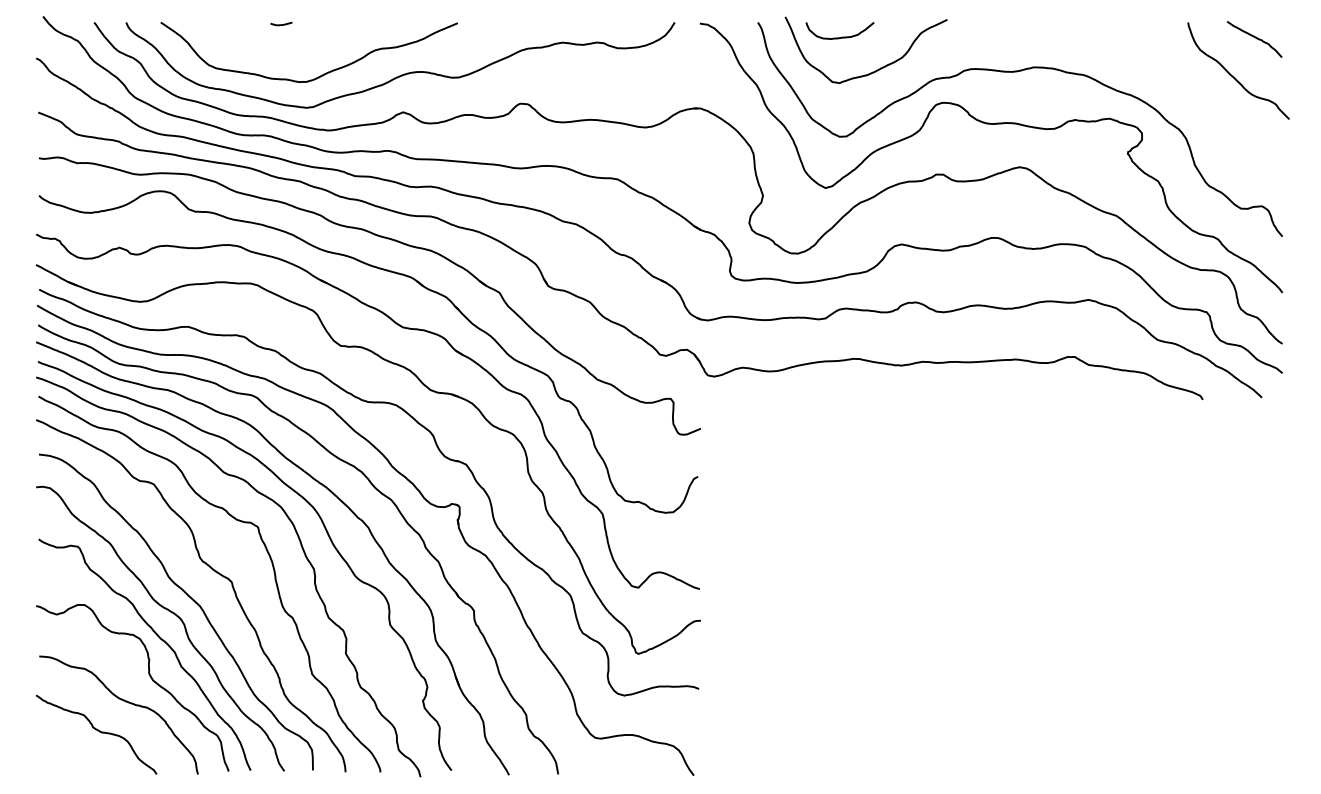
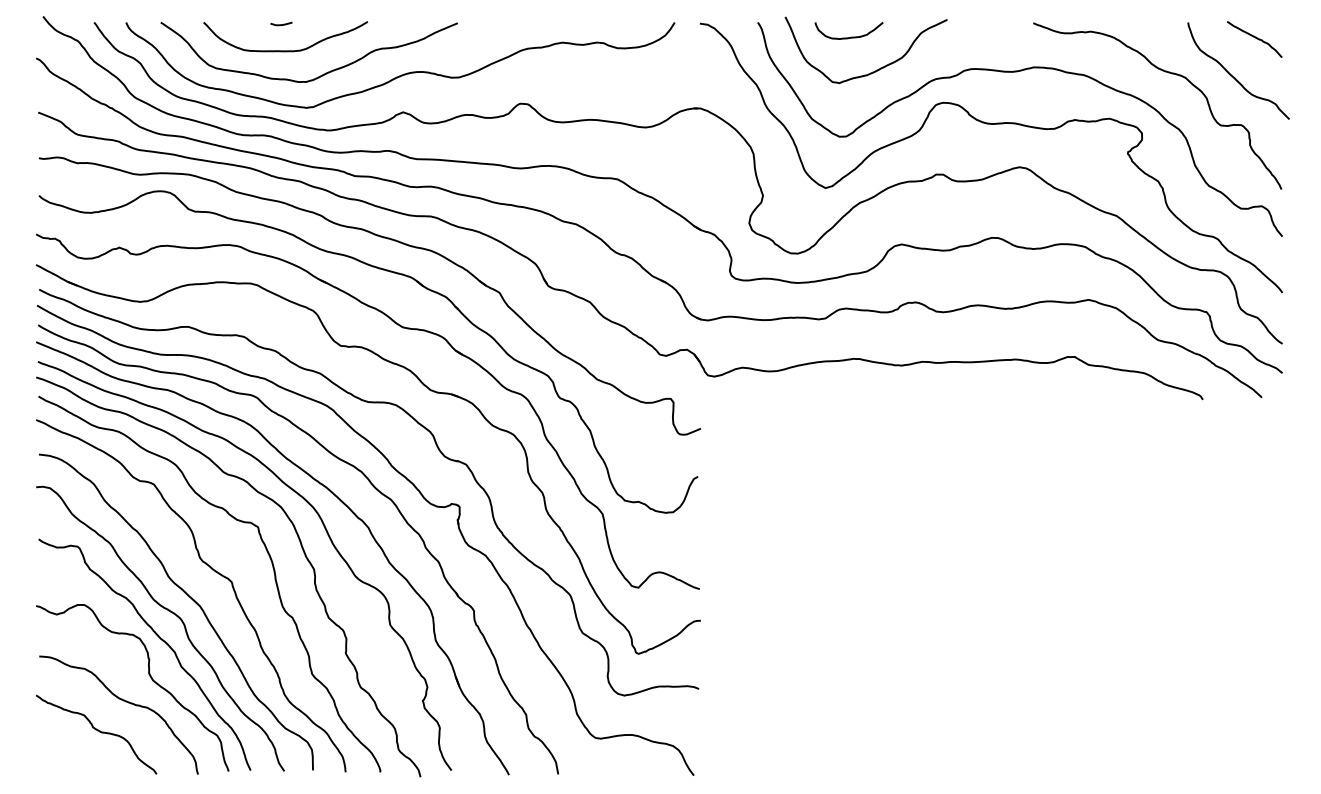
curve at (842, 36) position: (842, 36) -> (851, 36)
curve at (285, 50): none -> present
curve at (1168, 73): none -> present
